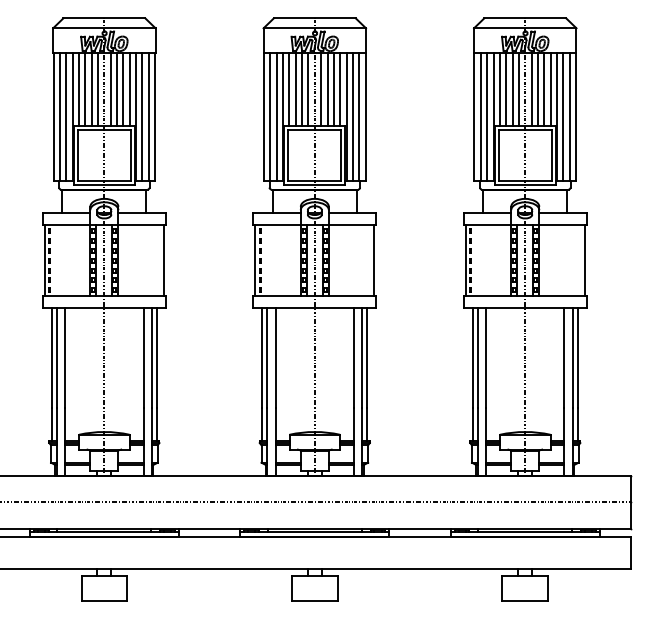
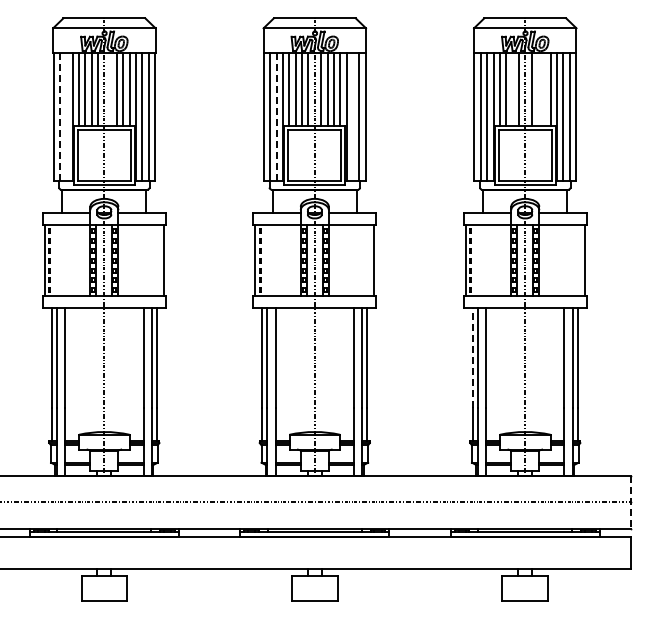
line at (110, 88): present -> none
line at (512, 88): present -> none
line at (537, 88): present -> none
line at (544, 88): present -> none
line at (59, 116): solid -> dashed
line at (66, 116): present -> none
line at (276, 116): solid -> dashed
line at (352, 116): present -> none
line at (472, 357): solid -> dashed
line at (630, 502): solid -> dashed
